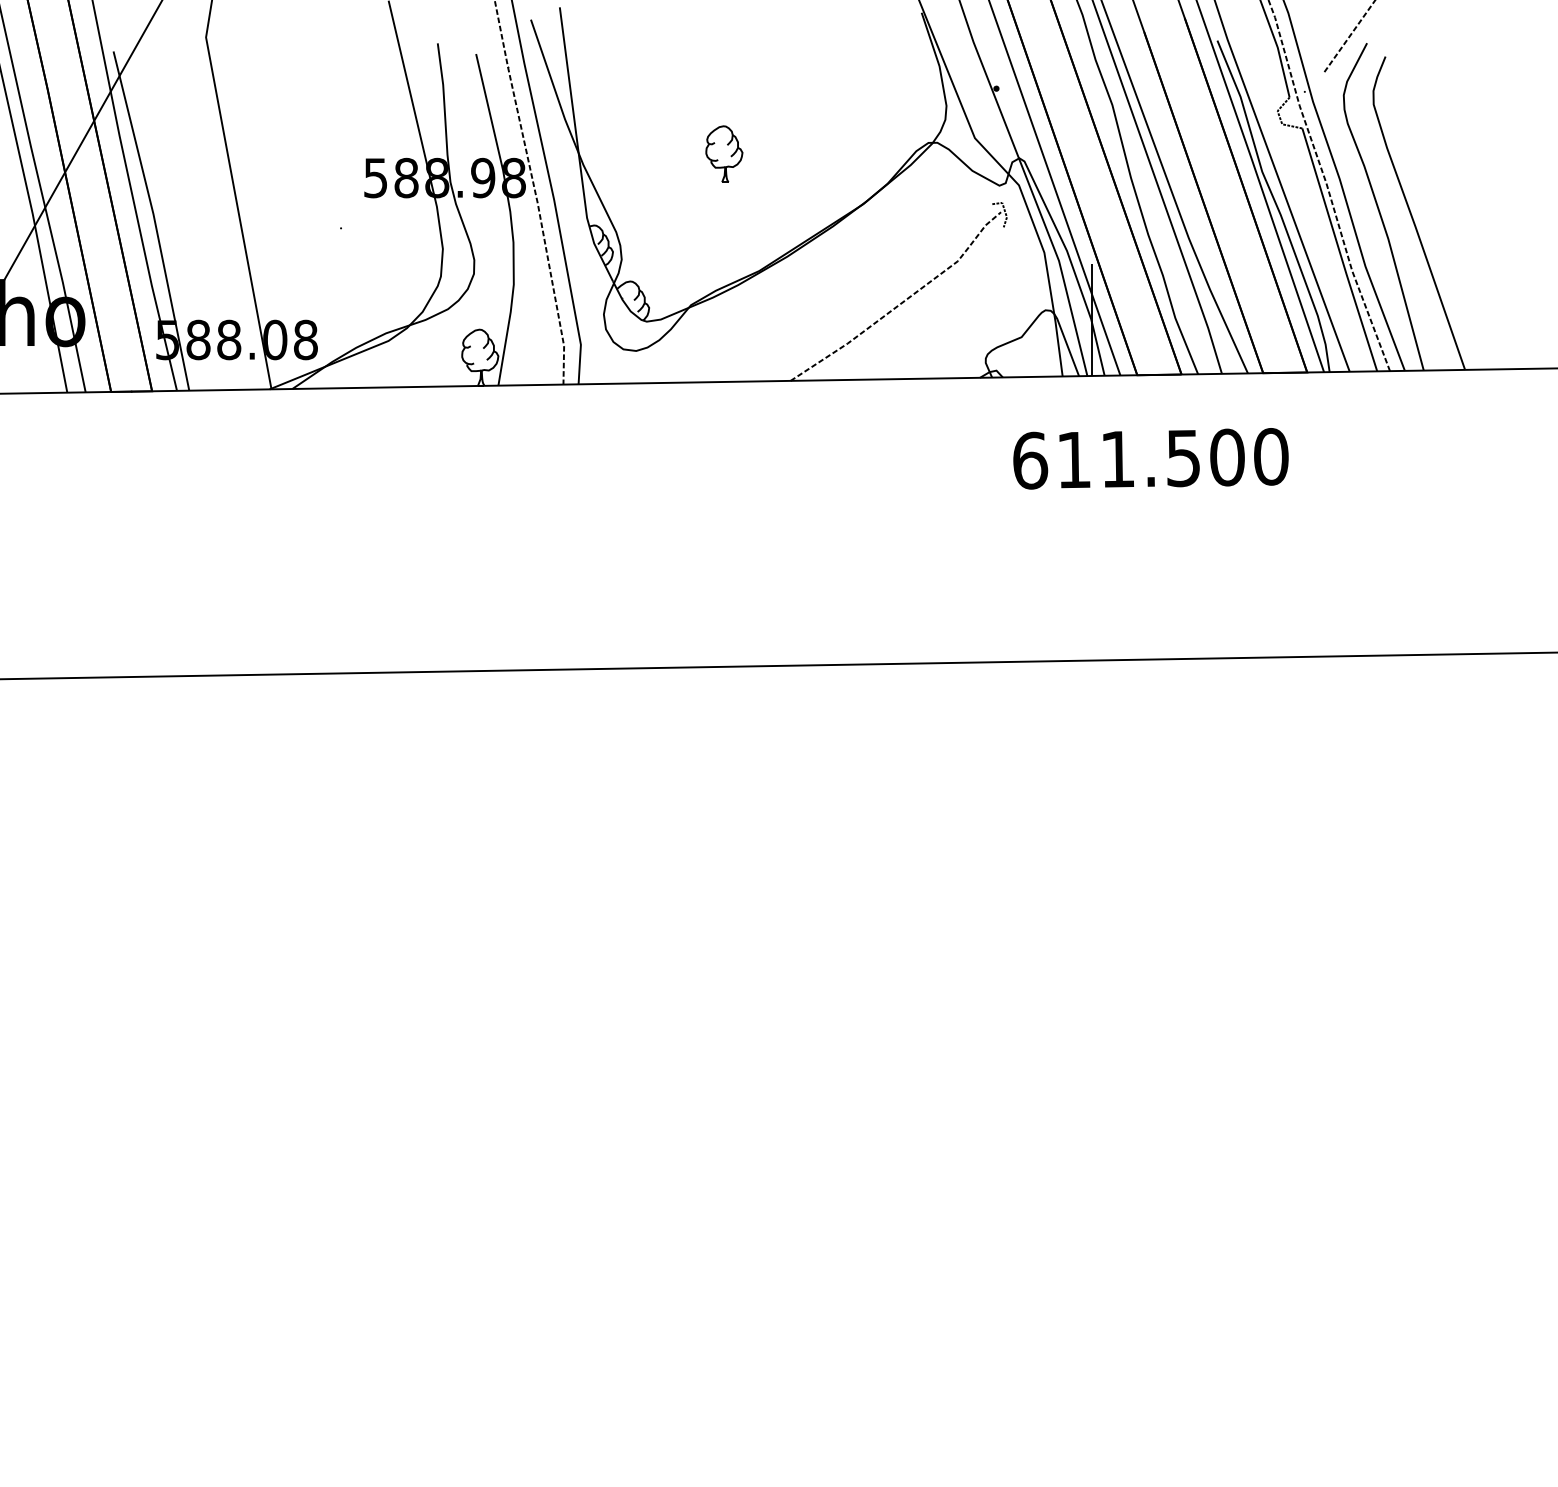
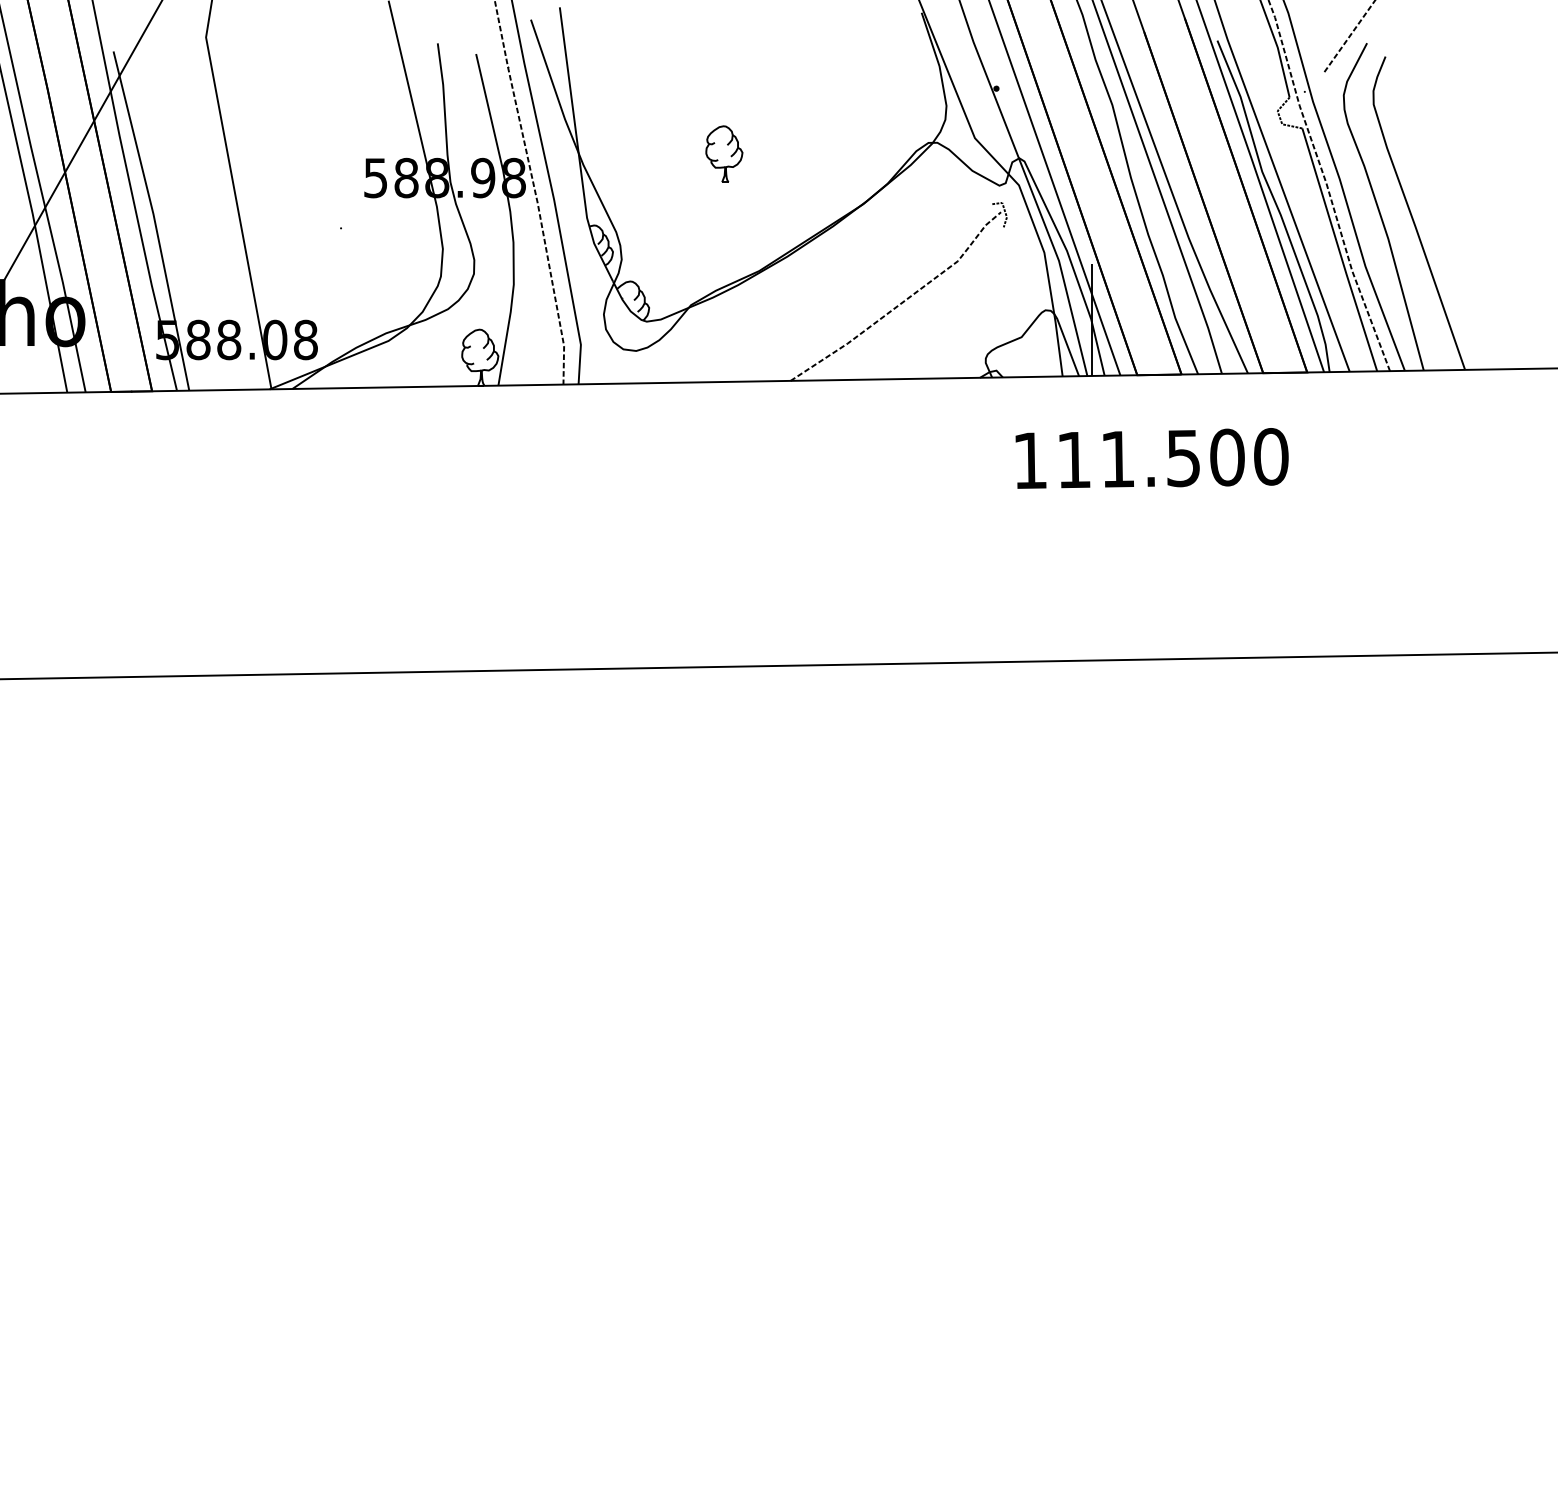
text at (1030, 460): 611.500 -> 111.500
